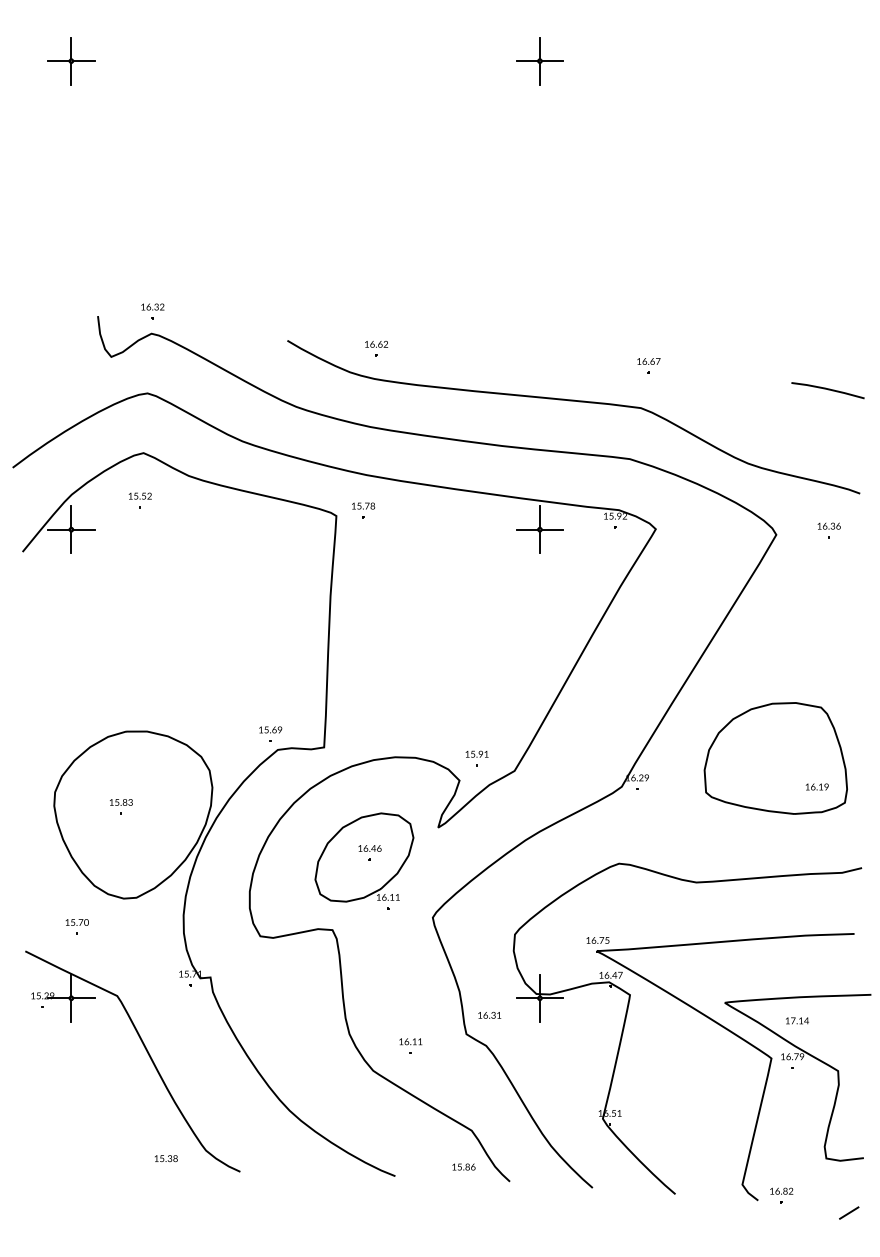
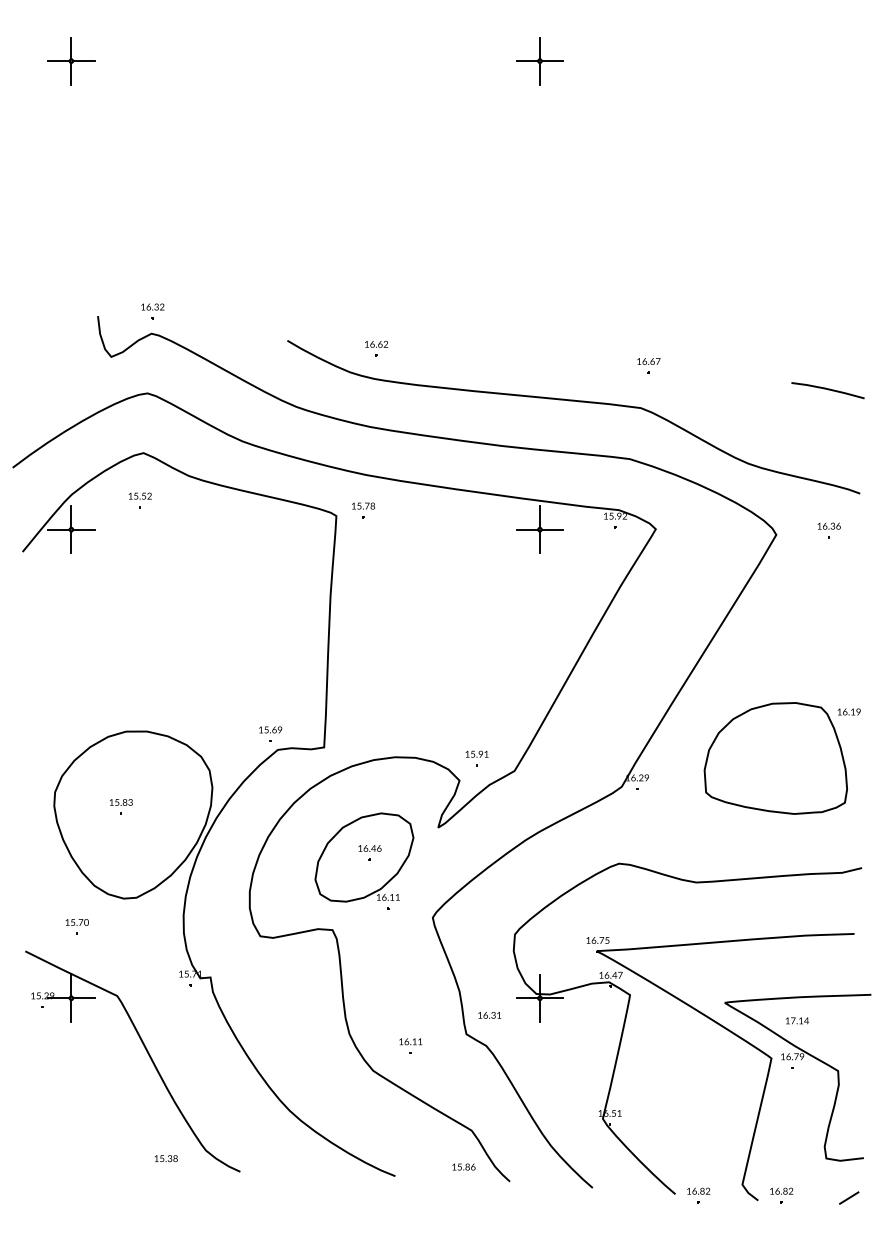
text at (816, 786) position: (816, 786) -> (848, 711)
part at (698, 1195): none -> present
line at (849, 1212) position: (849, 1212) -> (849, 1197)
